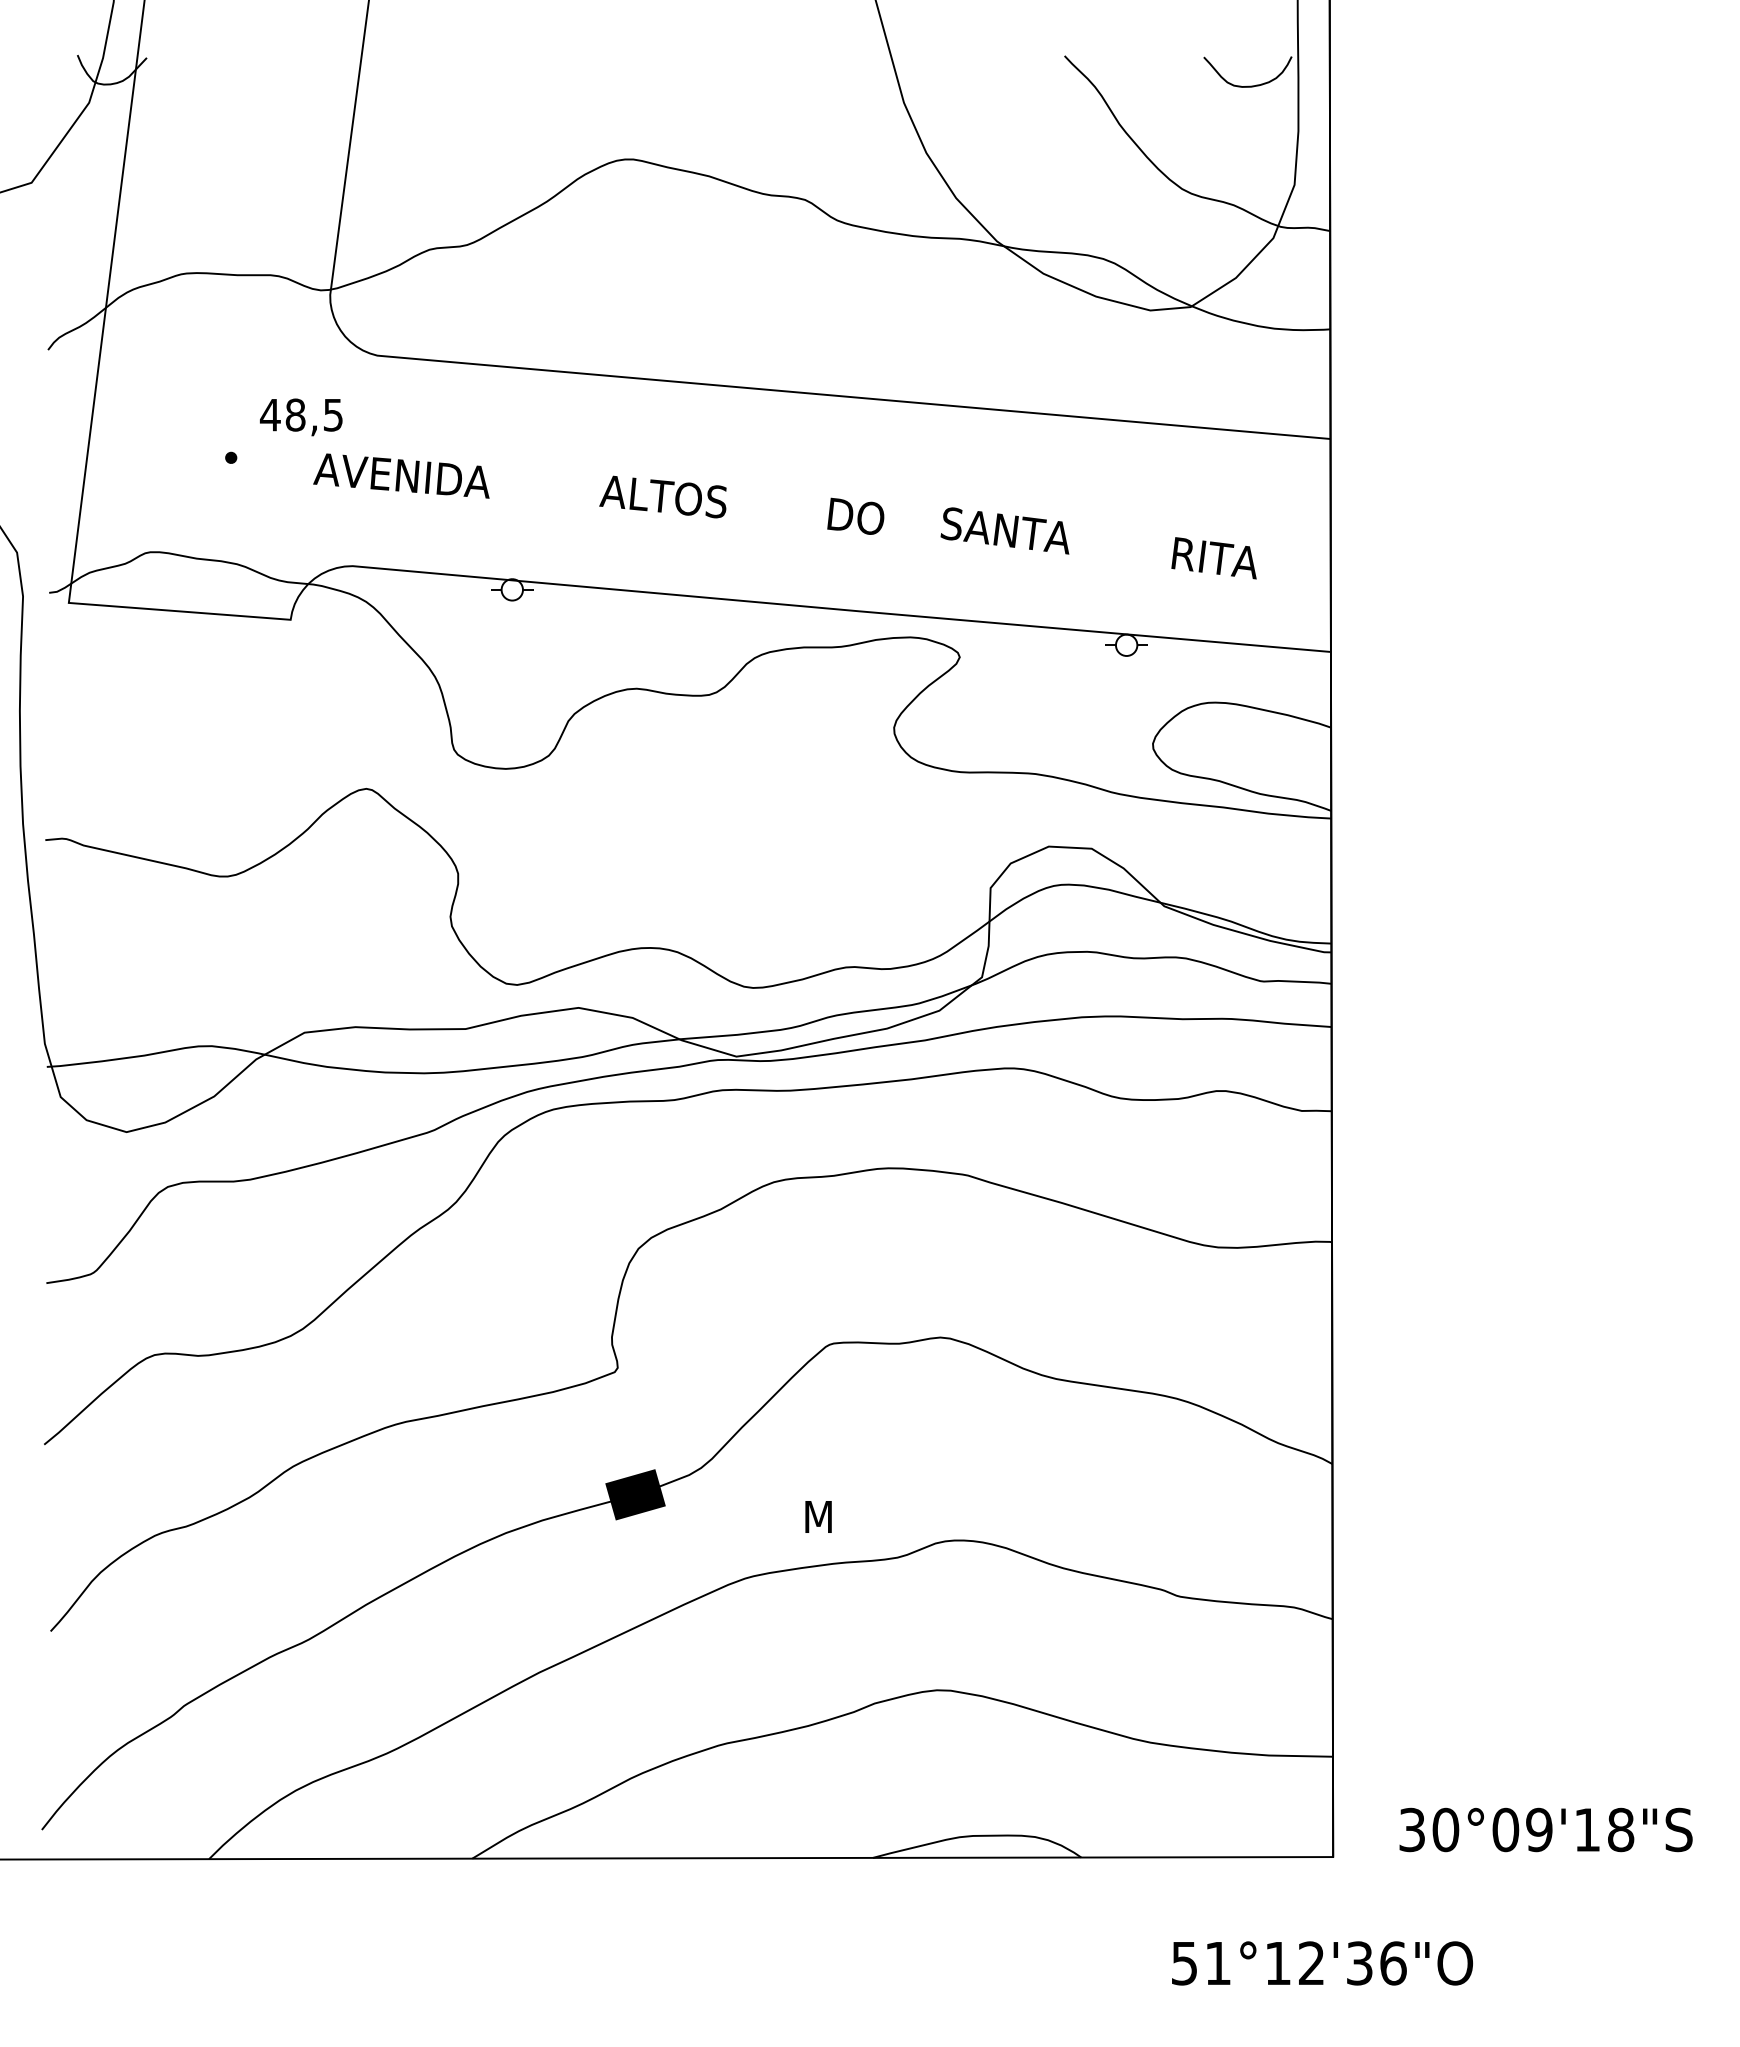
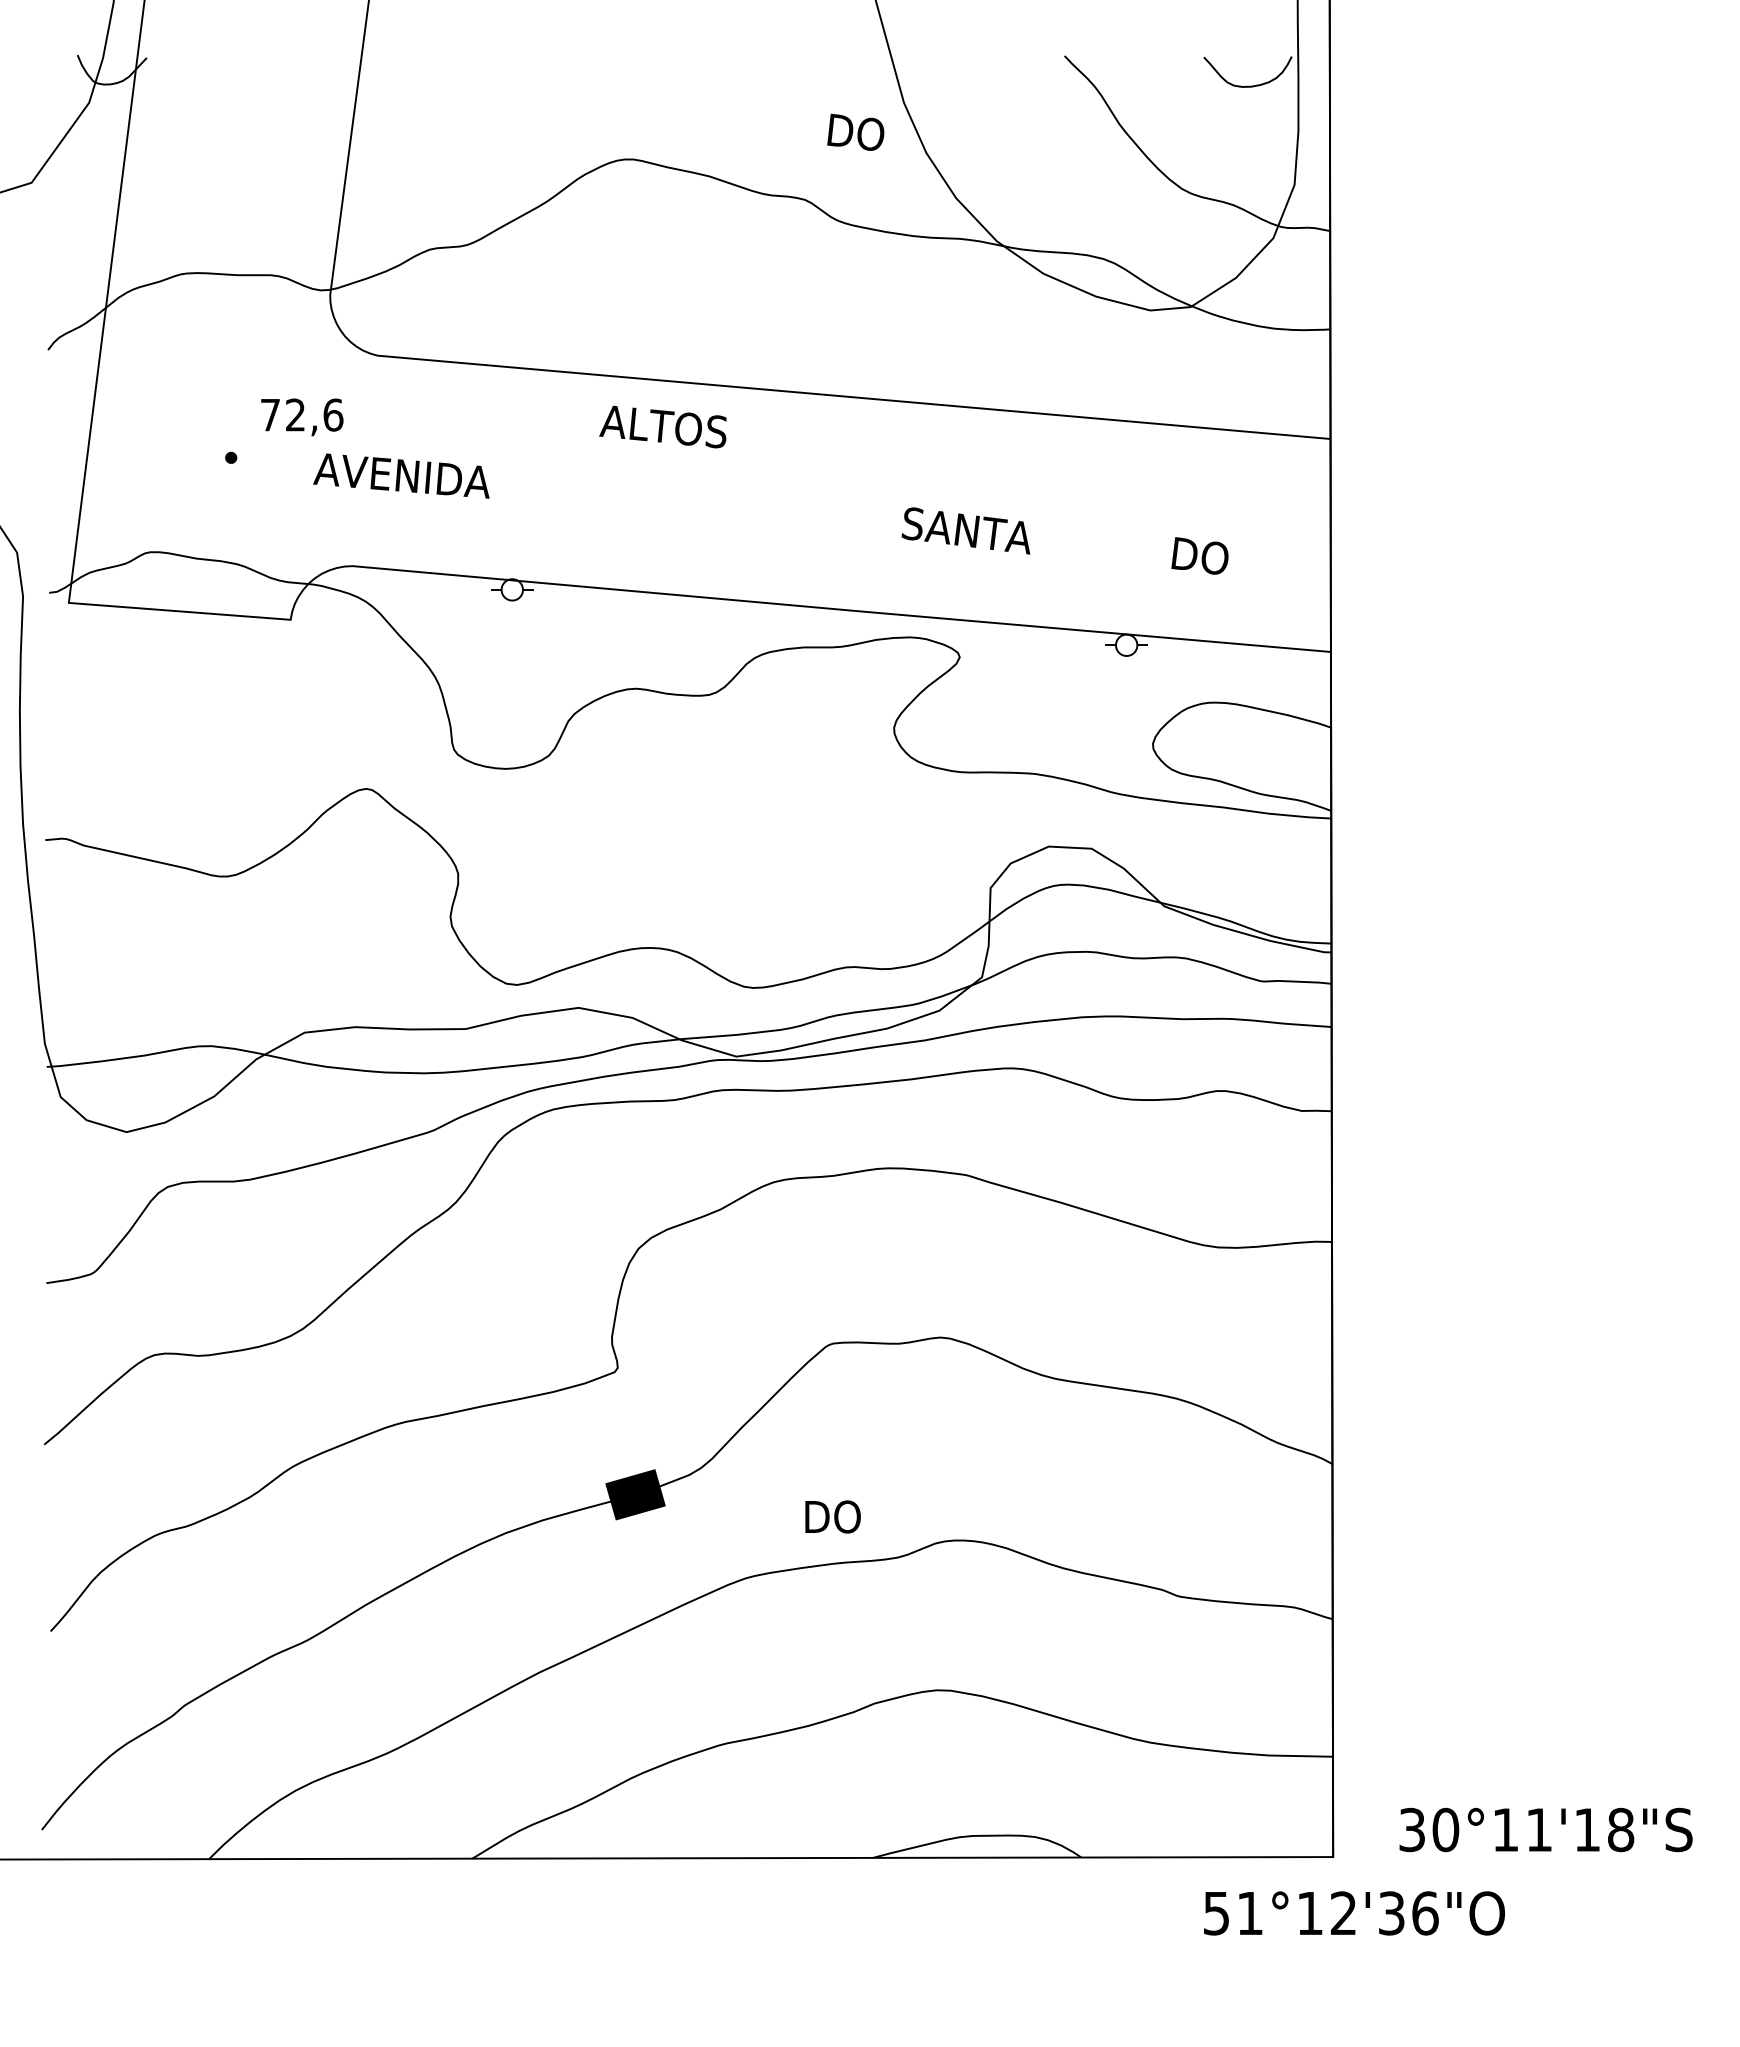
text at (301, 414): 48,5 -> 72,6
text at (662, 496) position: (662, 496) -> (662, 426)
text at (855, 515) position: (855, 515) -> (855, 131)
text at (1004, 530) position: (1004, 530) -> (965, 530)
text at (1215, 559): RITA -> DO
text at (834, 1516): M -> DO
text at (1522, 1829): 30°09'18"S -> 30°11'18"S
text at (1322, 1963) position: (1322, 1963) -> (1354, 1913)
